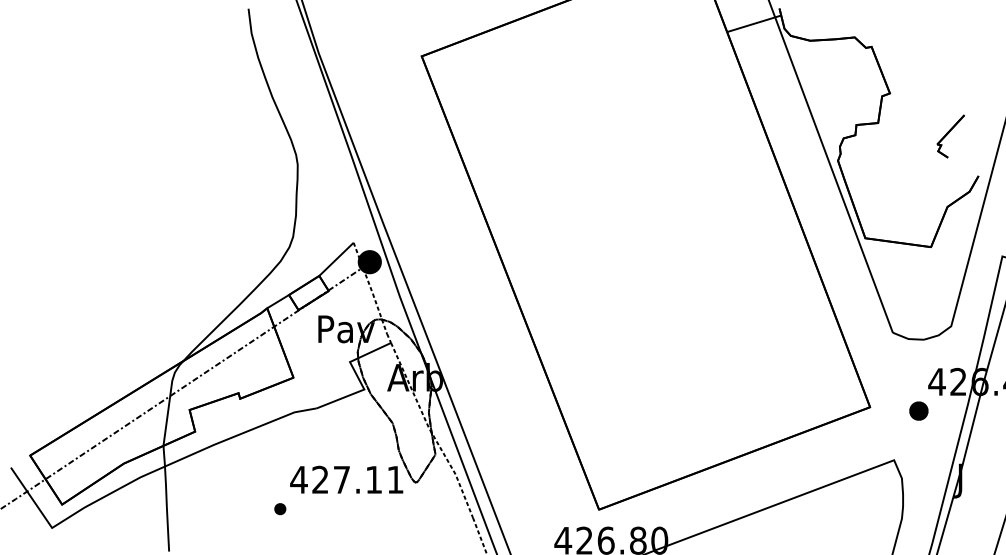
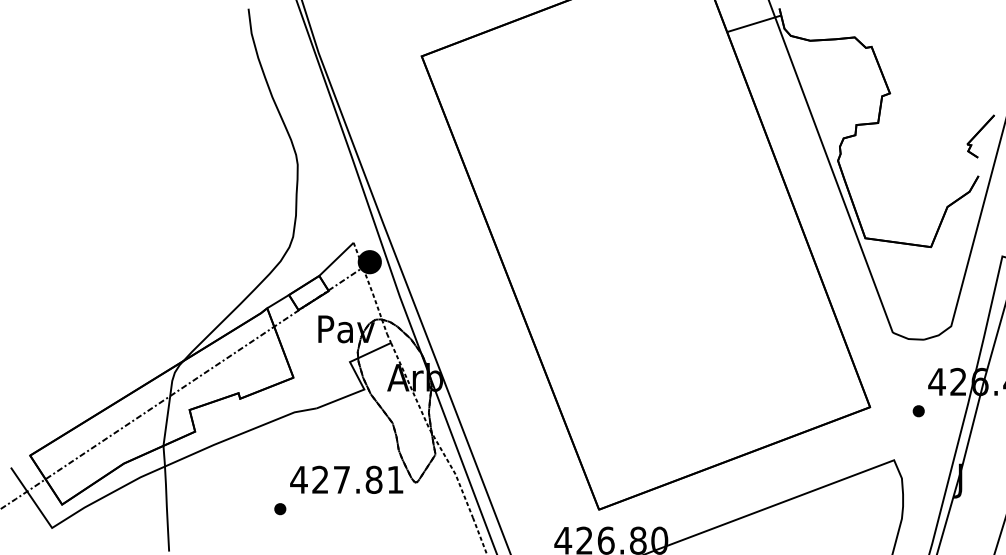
part at (950, 136) position: (950, 136) -> (980, 136)
part at (918, 410) size: 20x20 px -> 13x13 px
text at (373, 479): 427.11 -> 427.81
